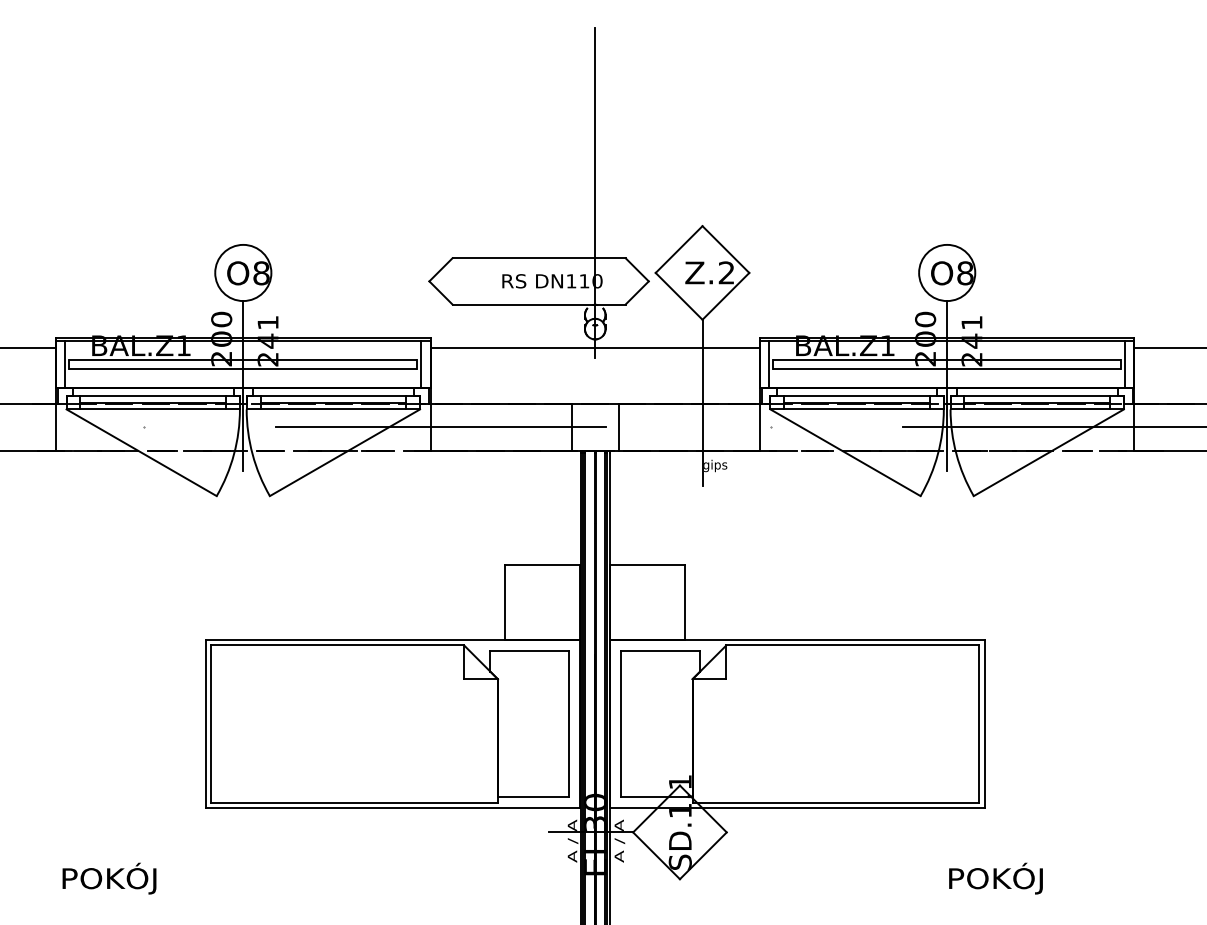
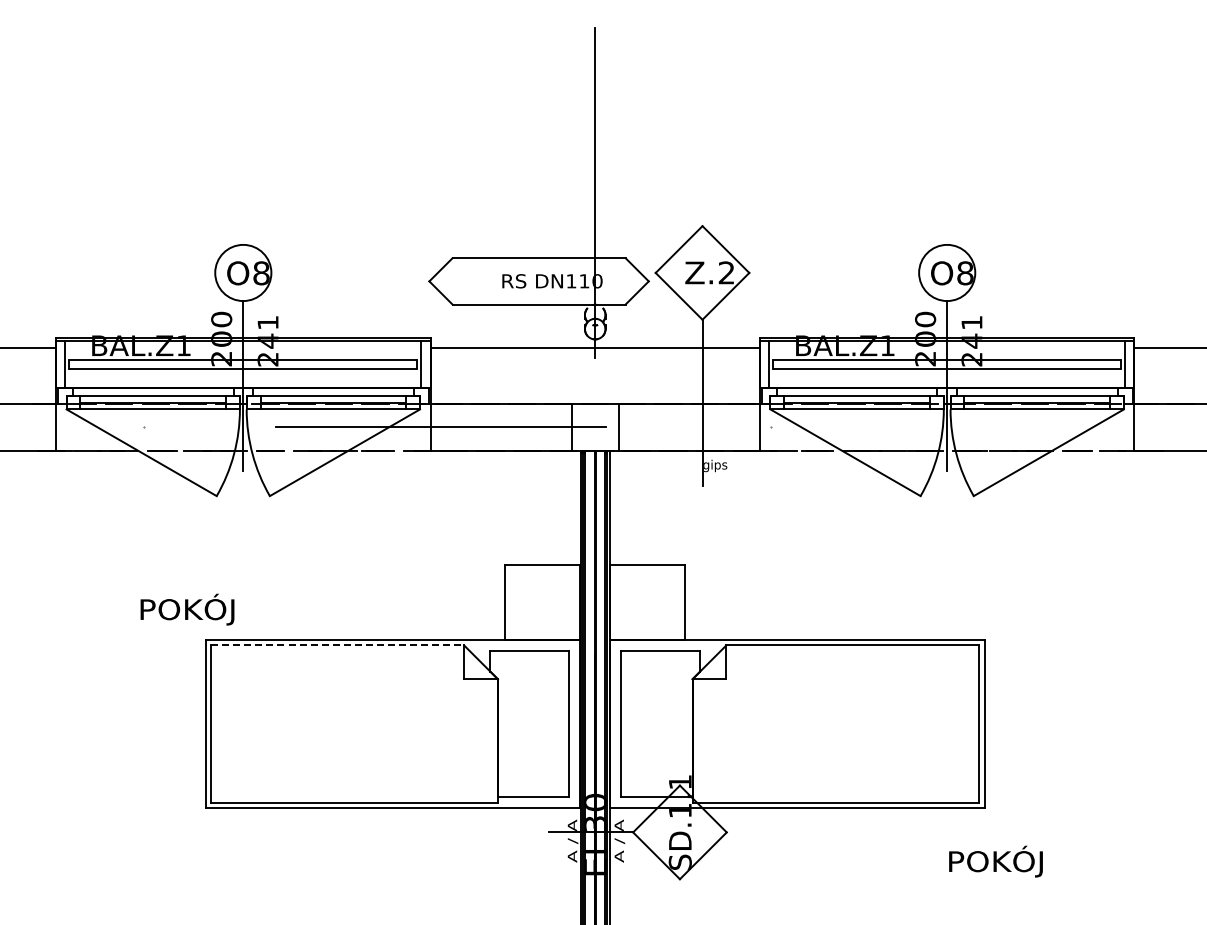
line at (1053, 427): present -> none
line at (338, 645): solid -> dashed
text at (109, 878) position: (109, 878) -> (187, 609)
text at (995, 878) position: (995, 878) -> (995, 861)
